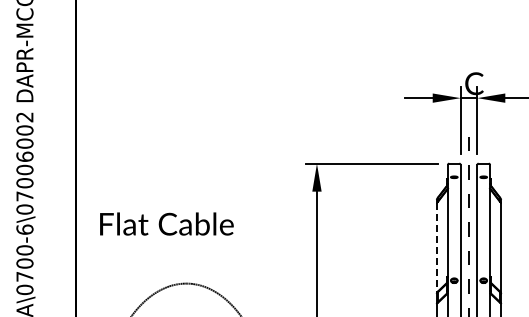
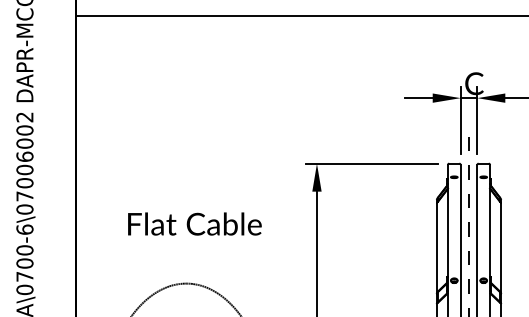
line at (300, 16): none -> present
text at (166, 223) position: (166, 223) -> (194, 223)
line at (436, 248): dashed -> solid
